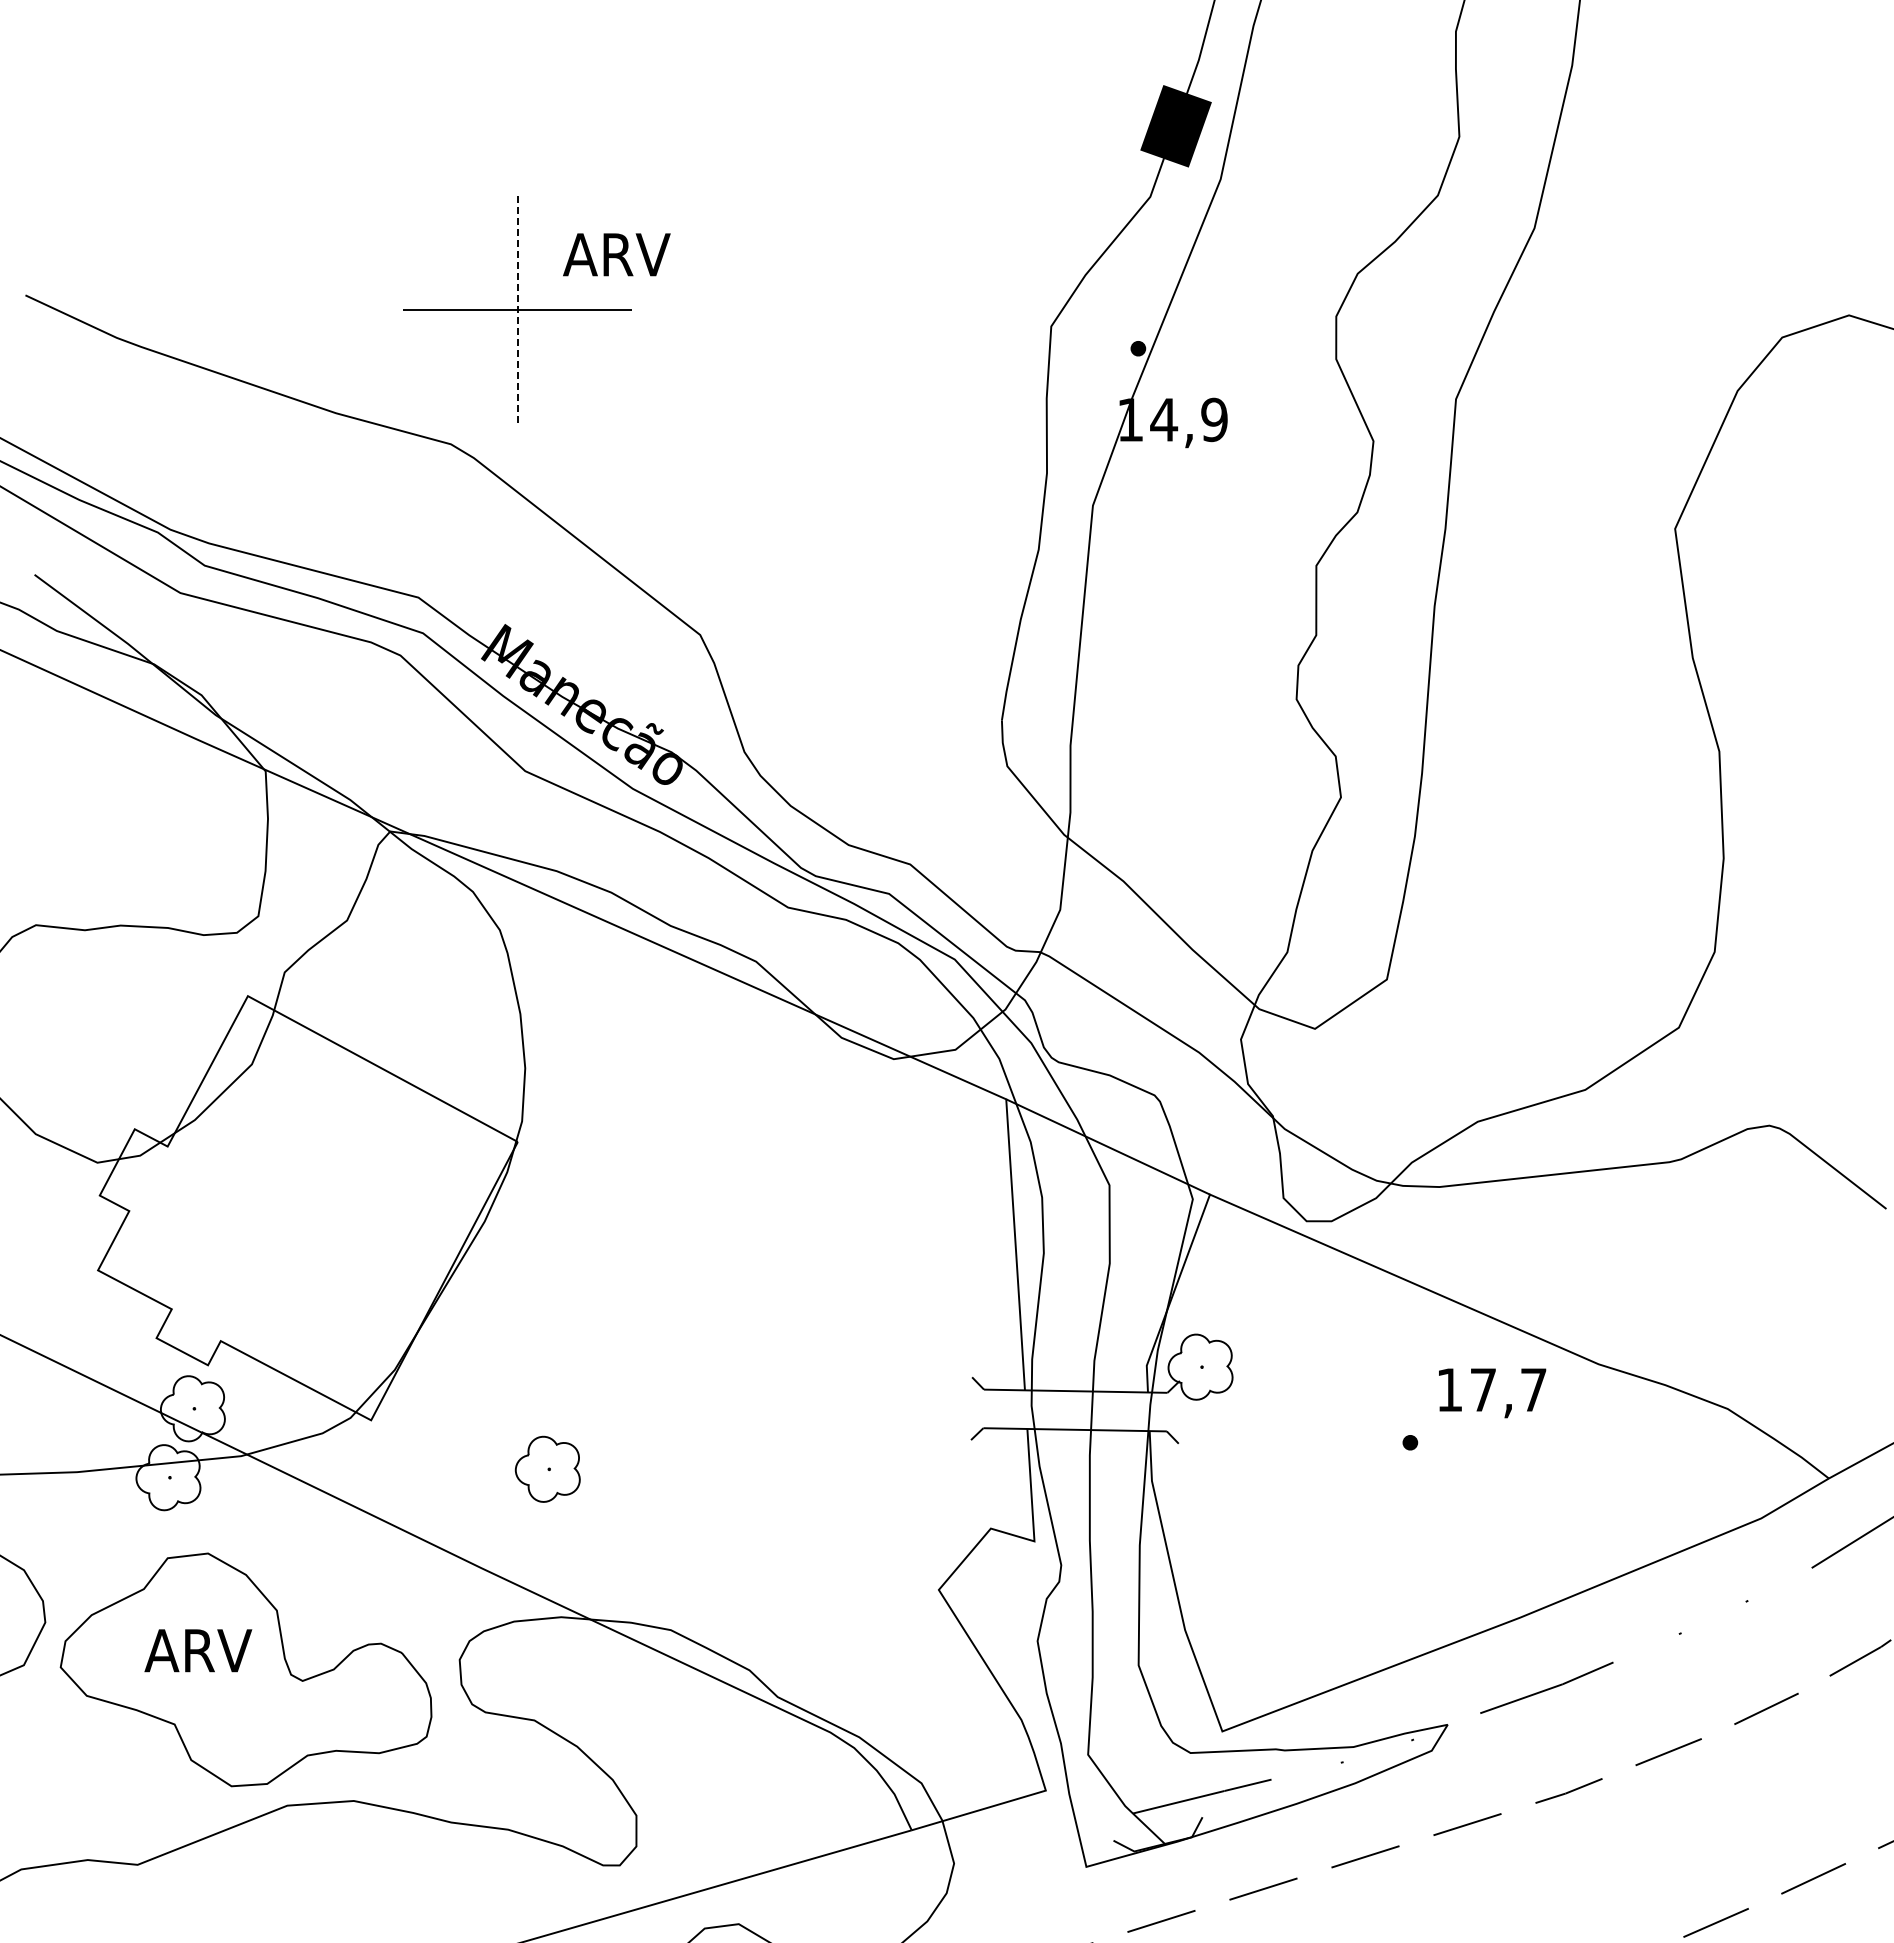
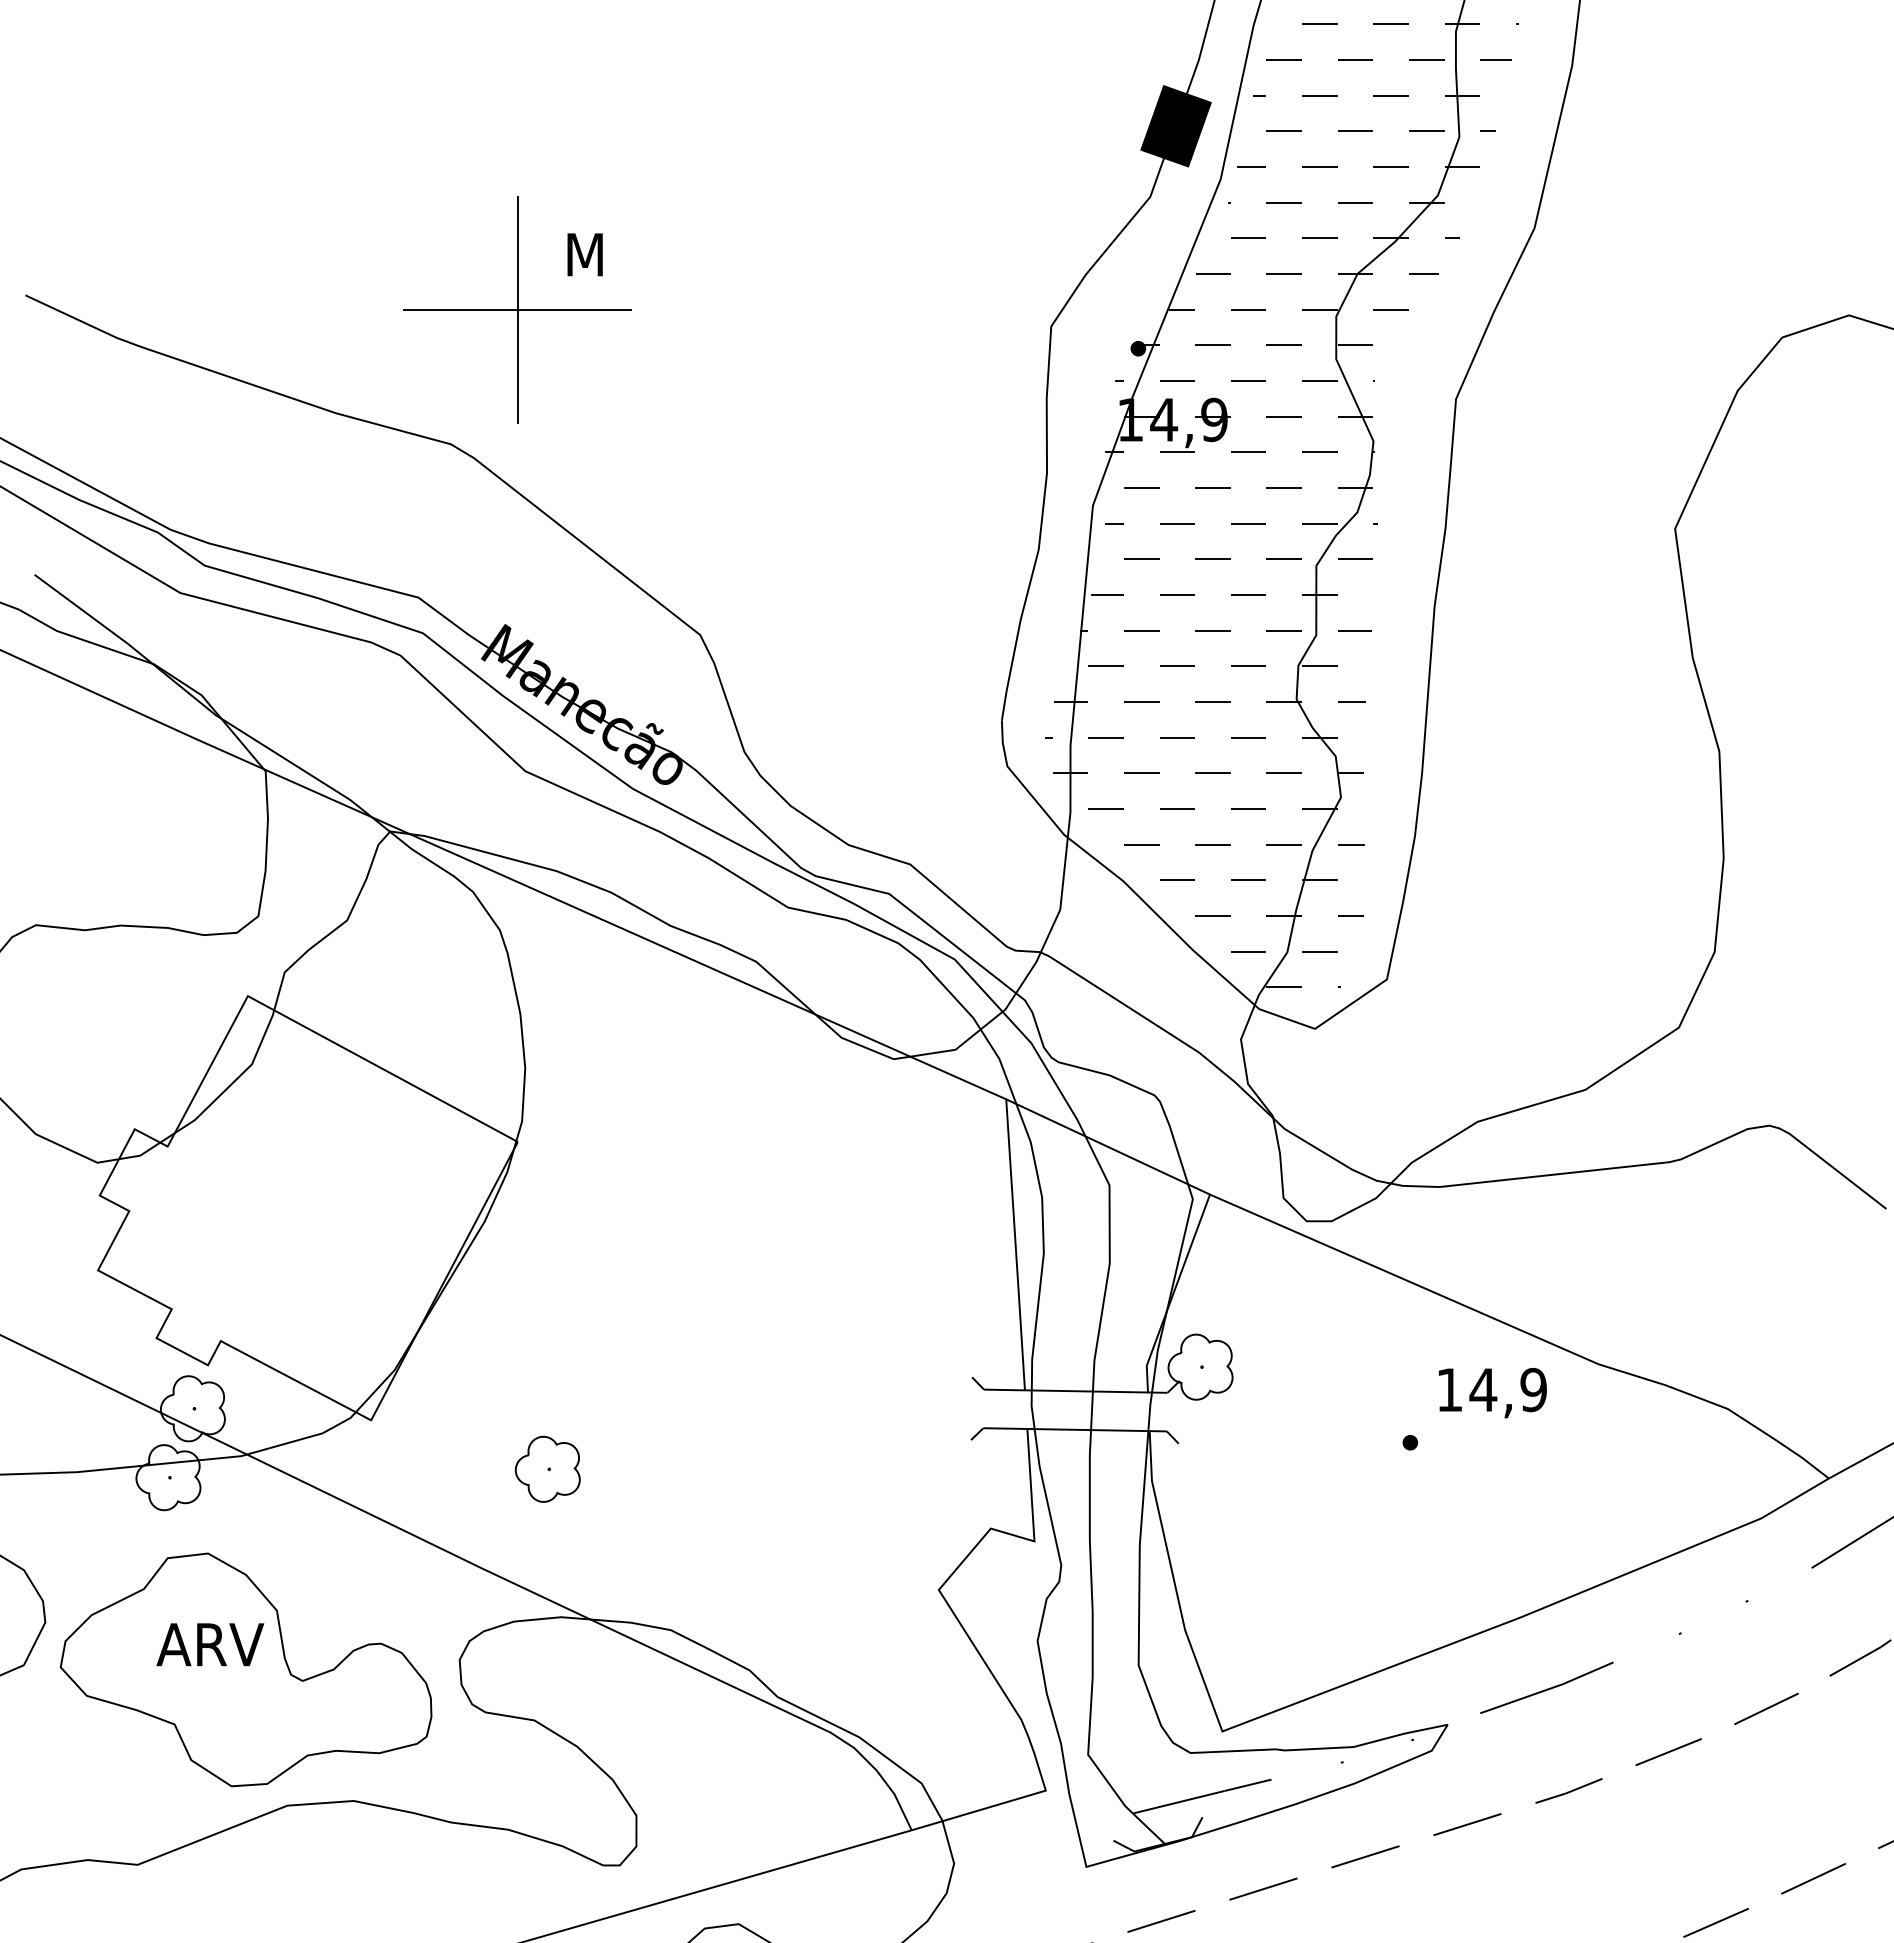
text at (616, 254): ARV -> M
line at (517, 310): dashed -> solid
hatch at (1282, 505): none -> present
text at (1507, 1389): 17,7 -> 14,9
text at (198, 1650) position: (198, 1650) -> (210, 1644)
